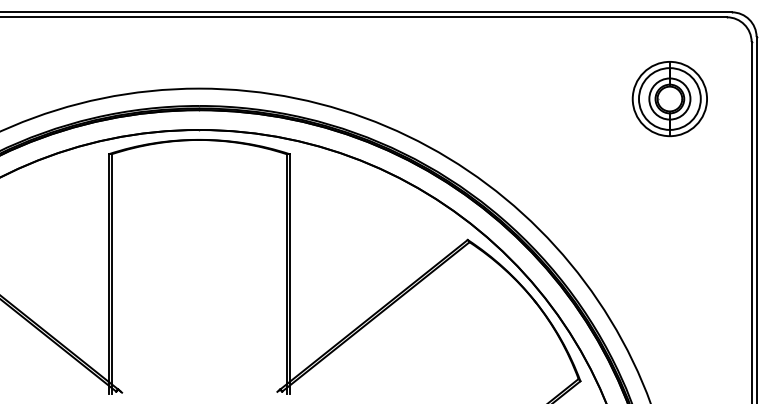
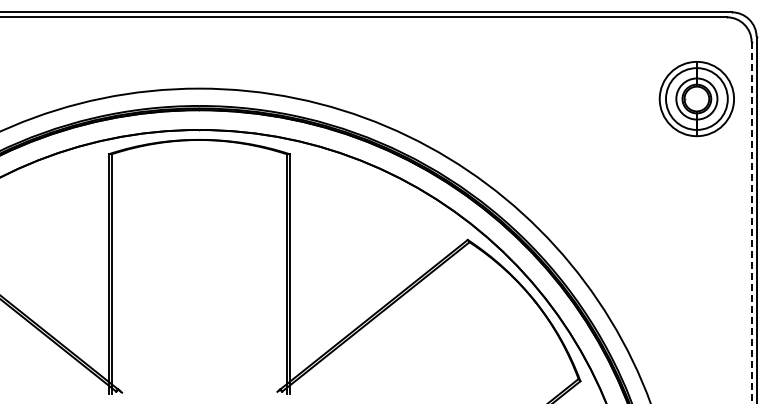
part at (669, 99) position: (669, 99) -> (696, 99)
line at (751, 222): solid -> dashed
